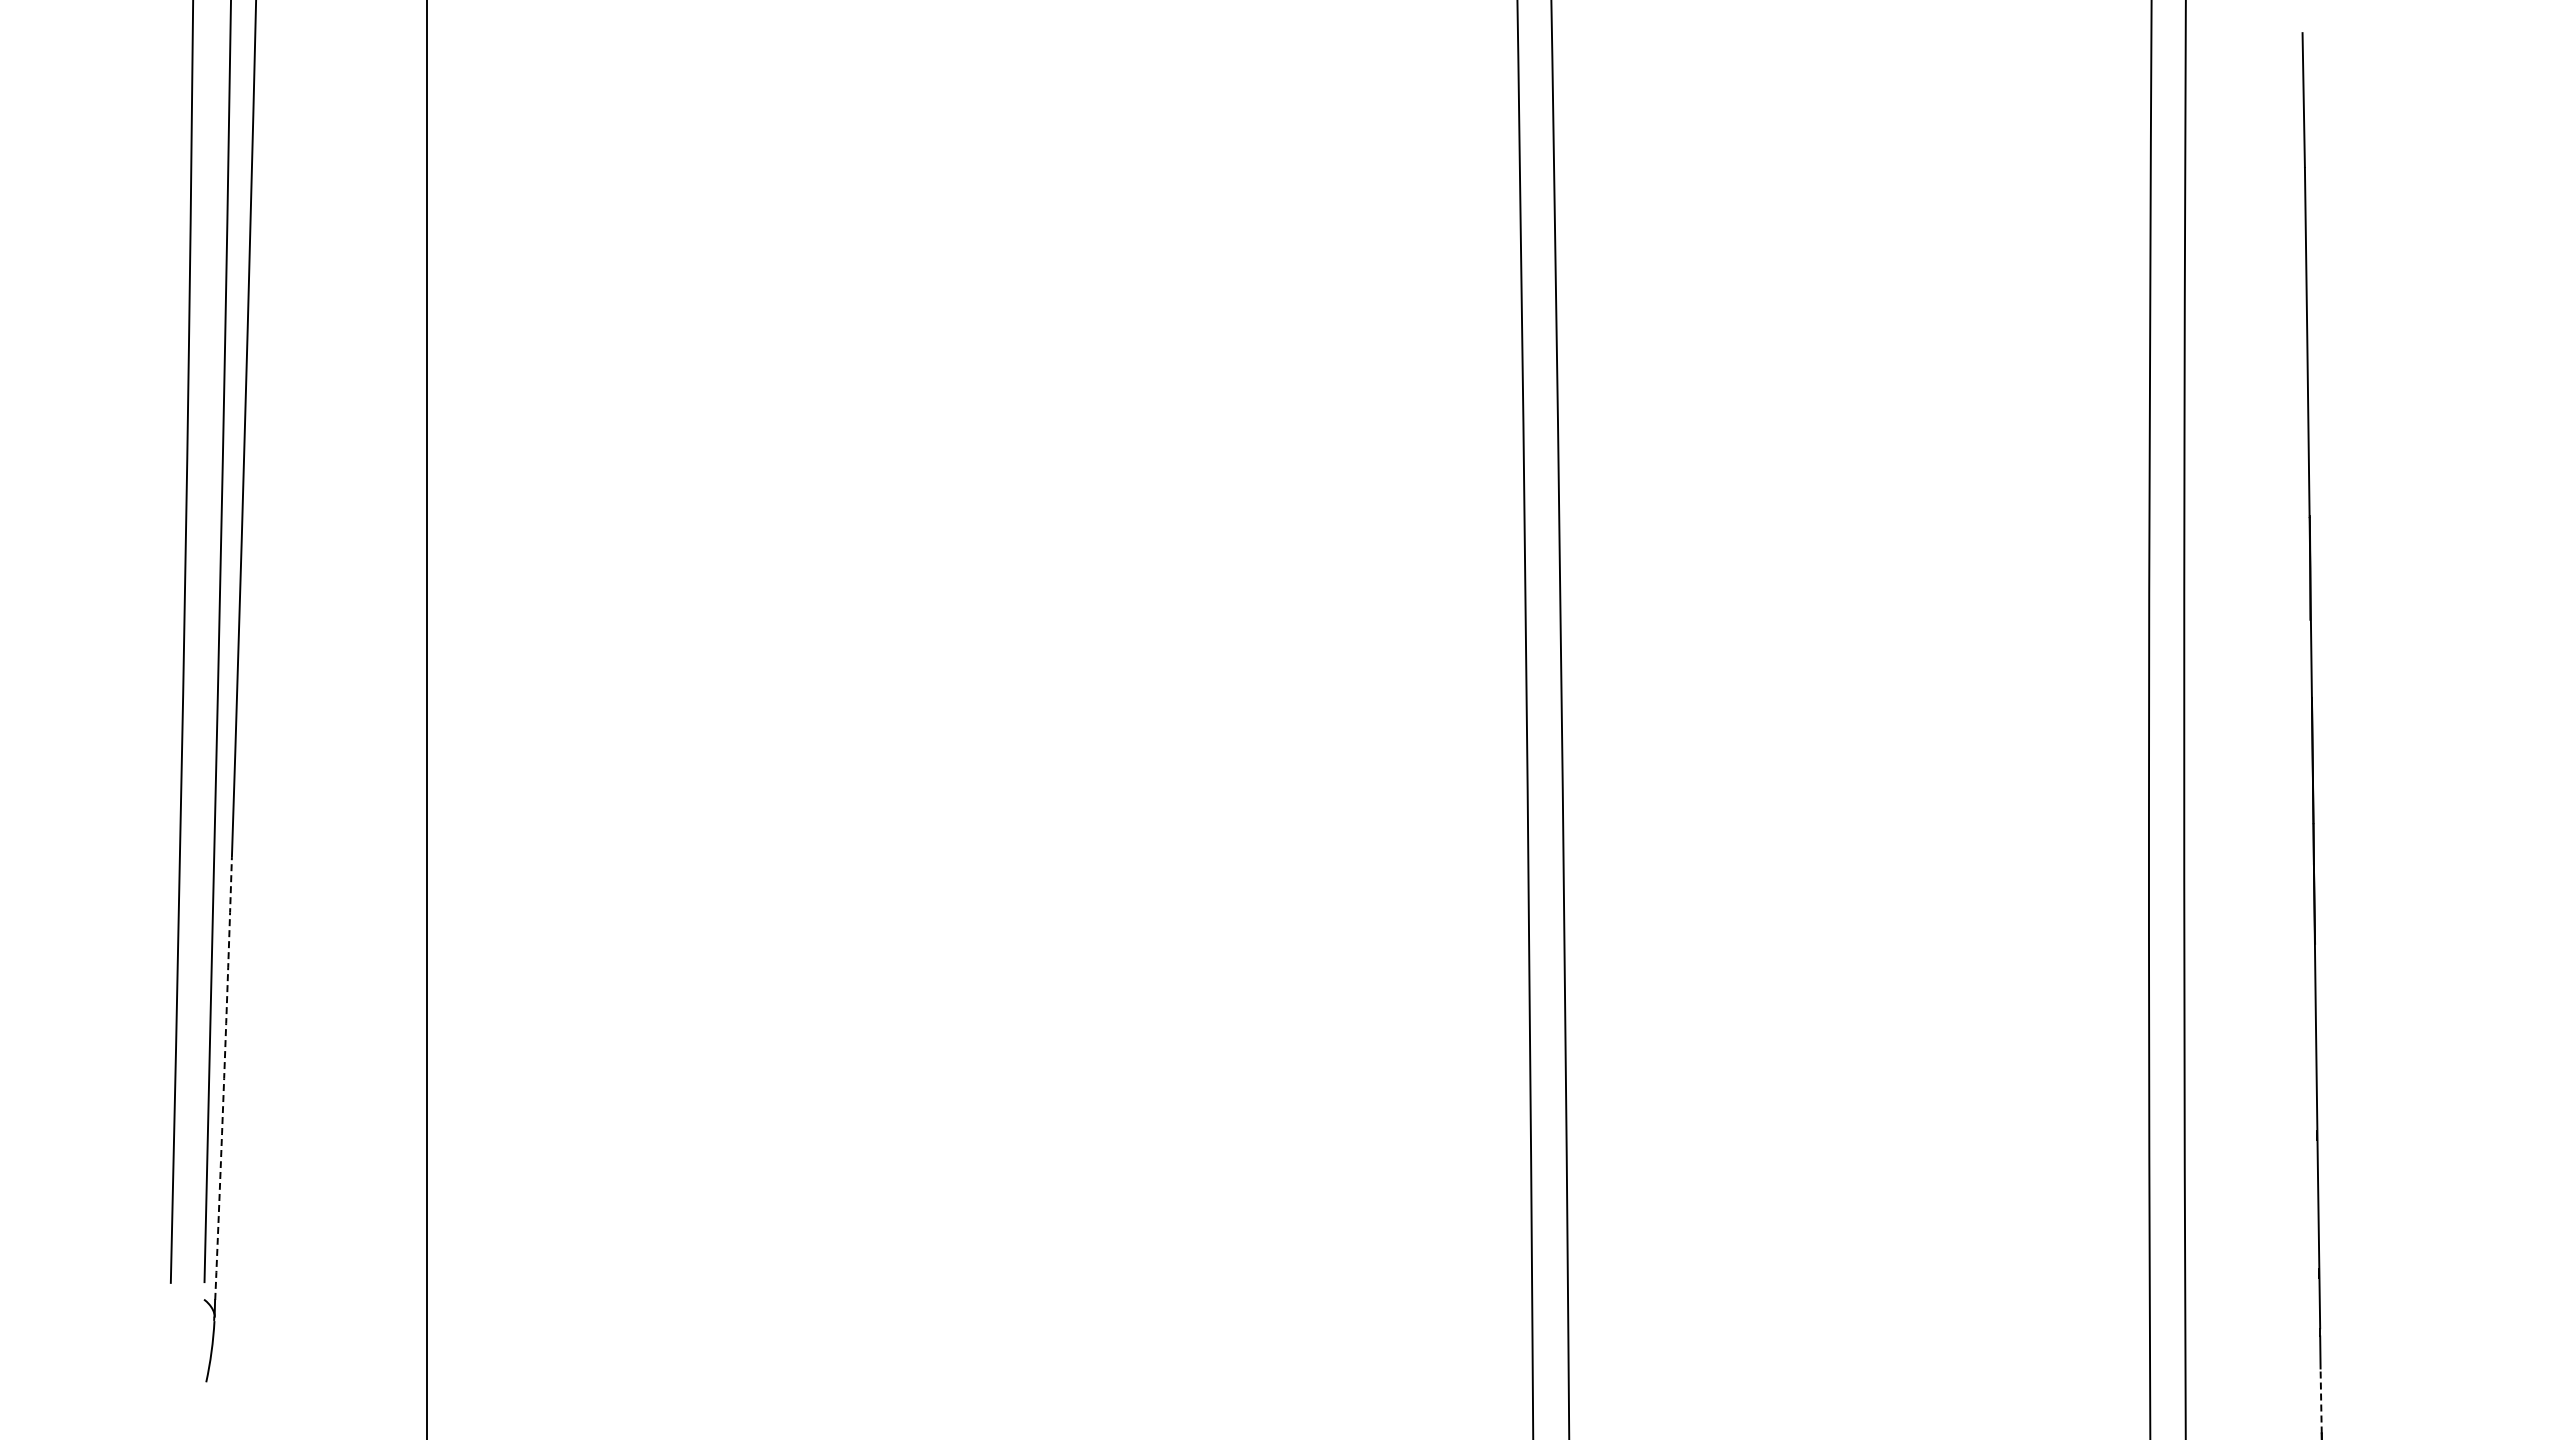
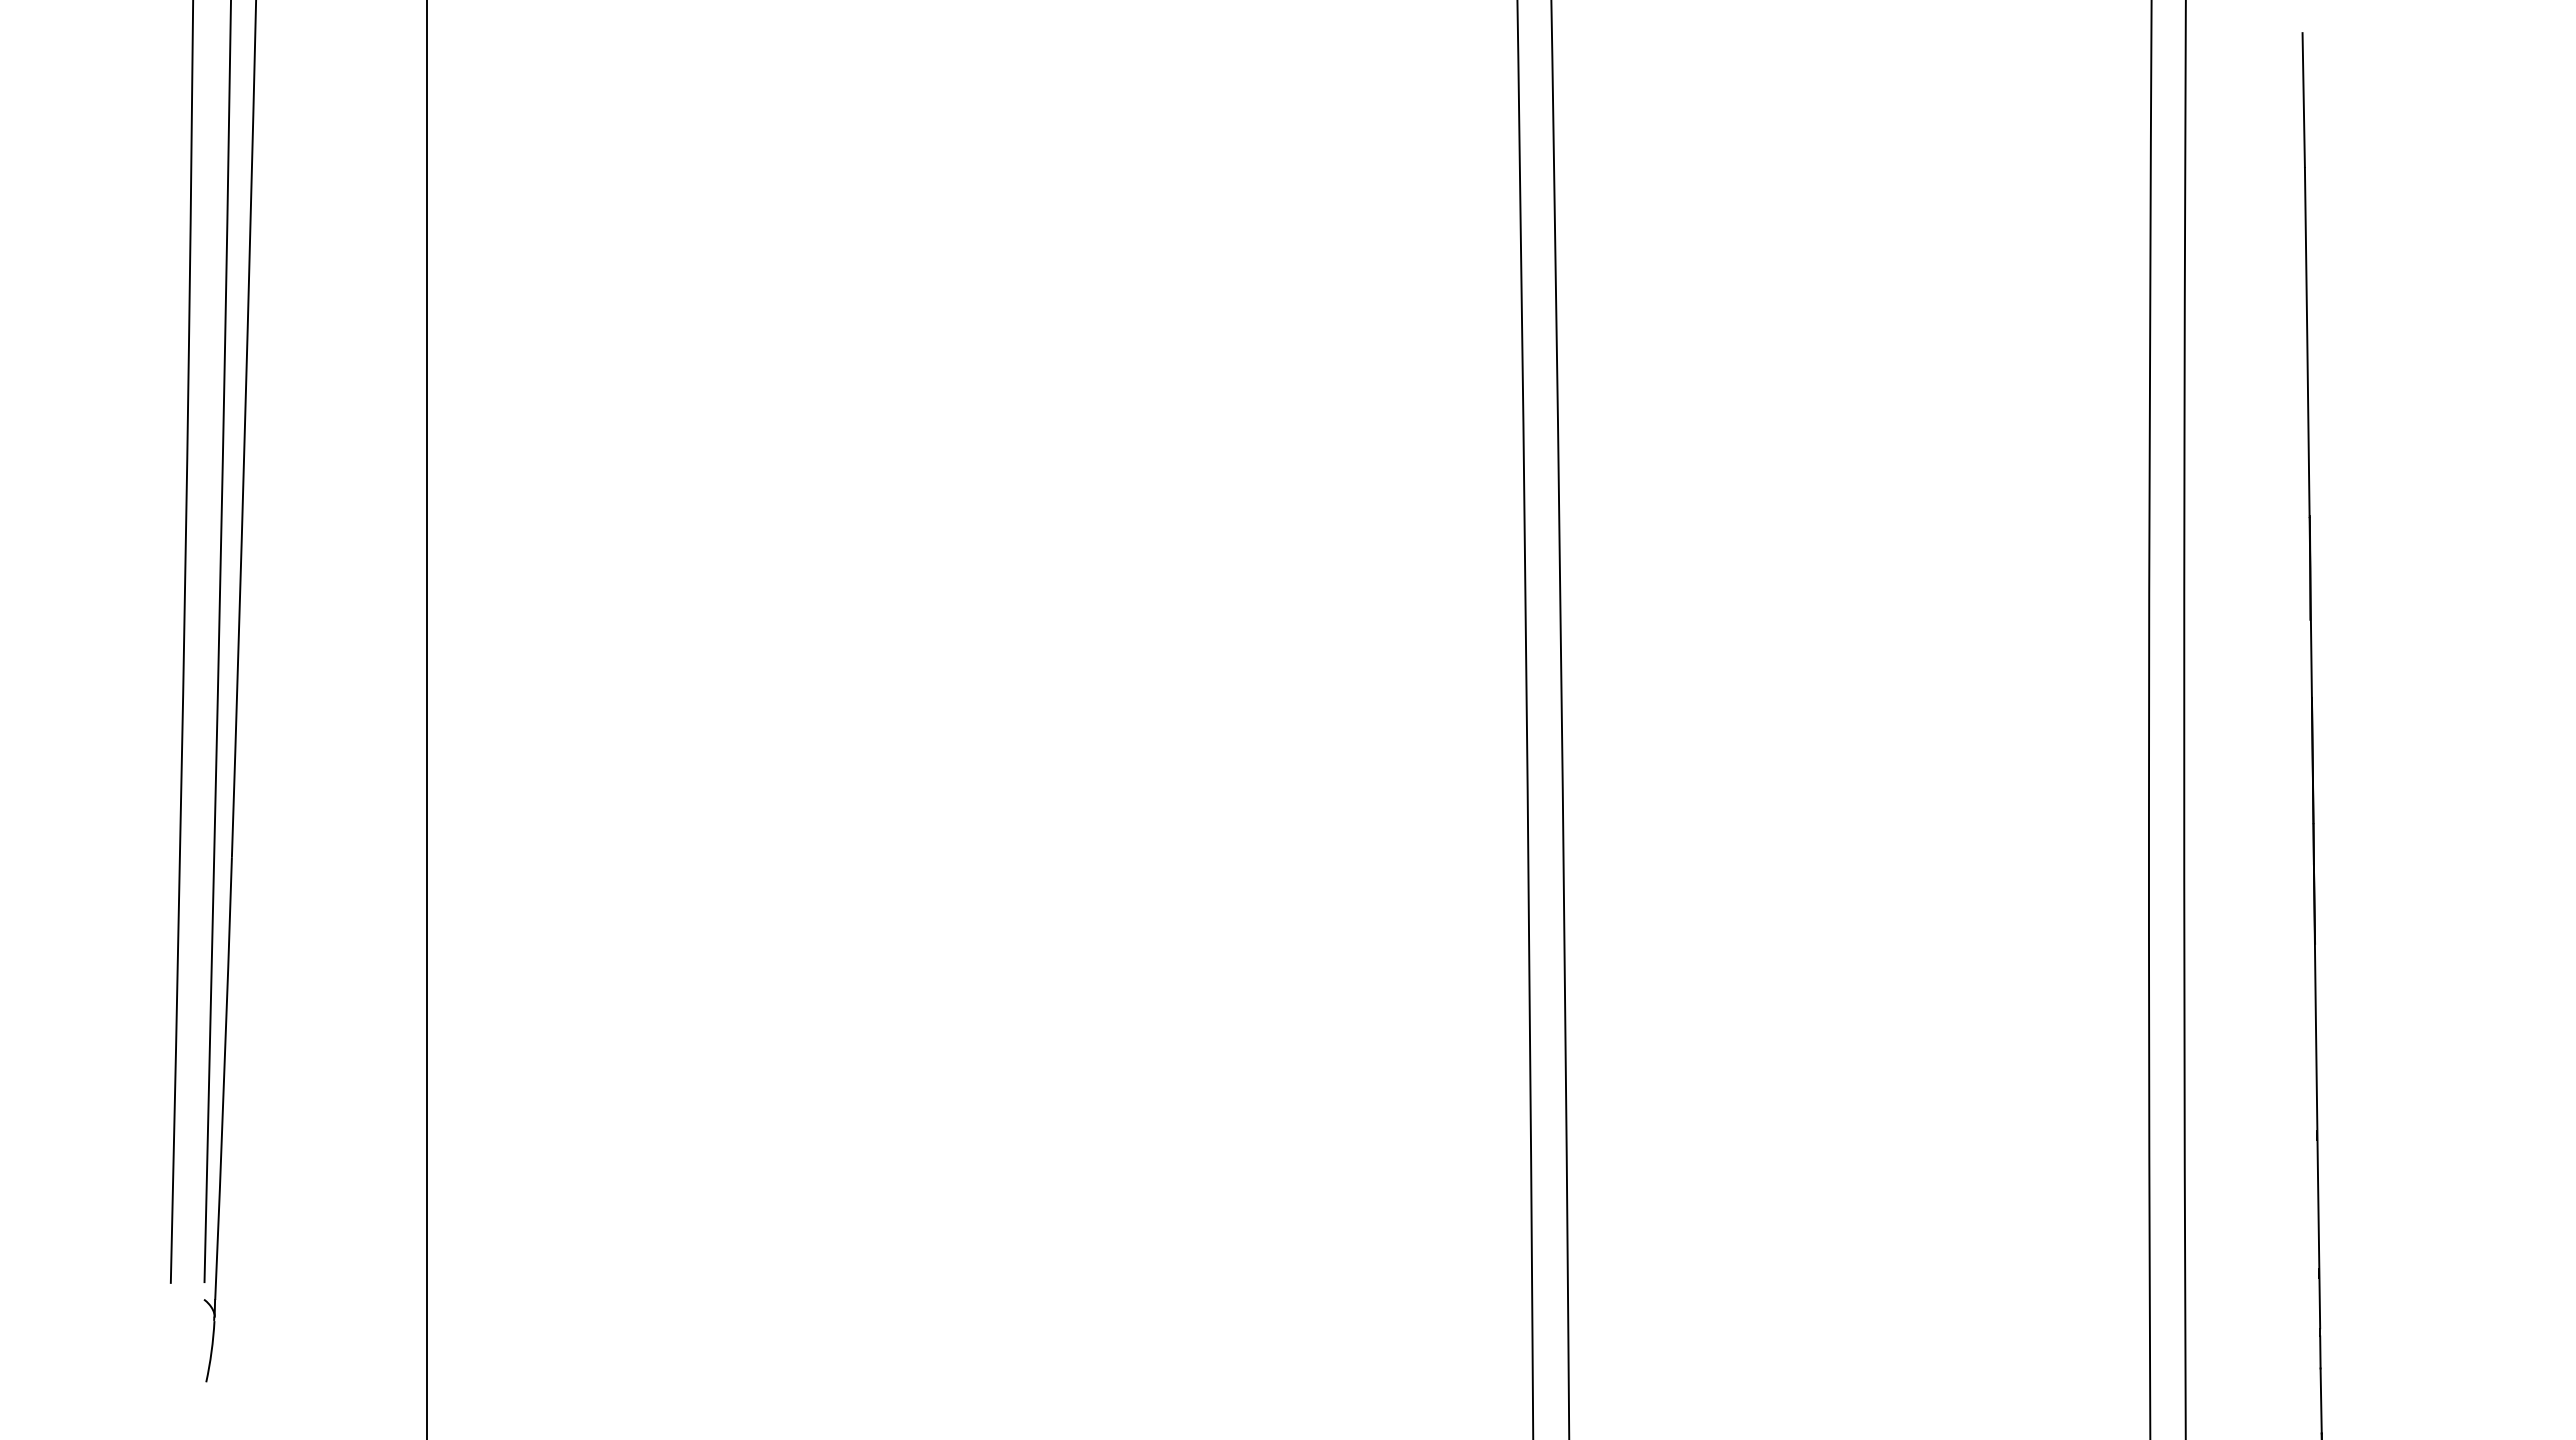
arc at (224, 1078): dashed -> solid
line at (2321, 1401): dashed -> solid
